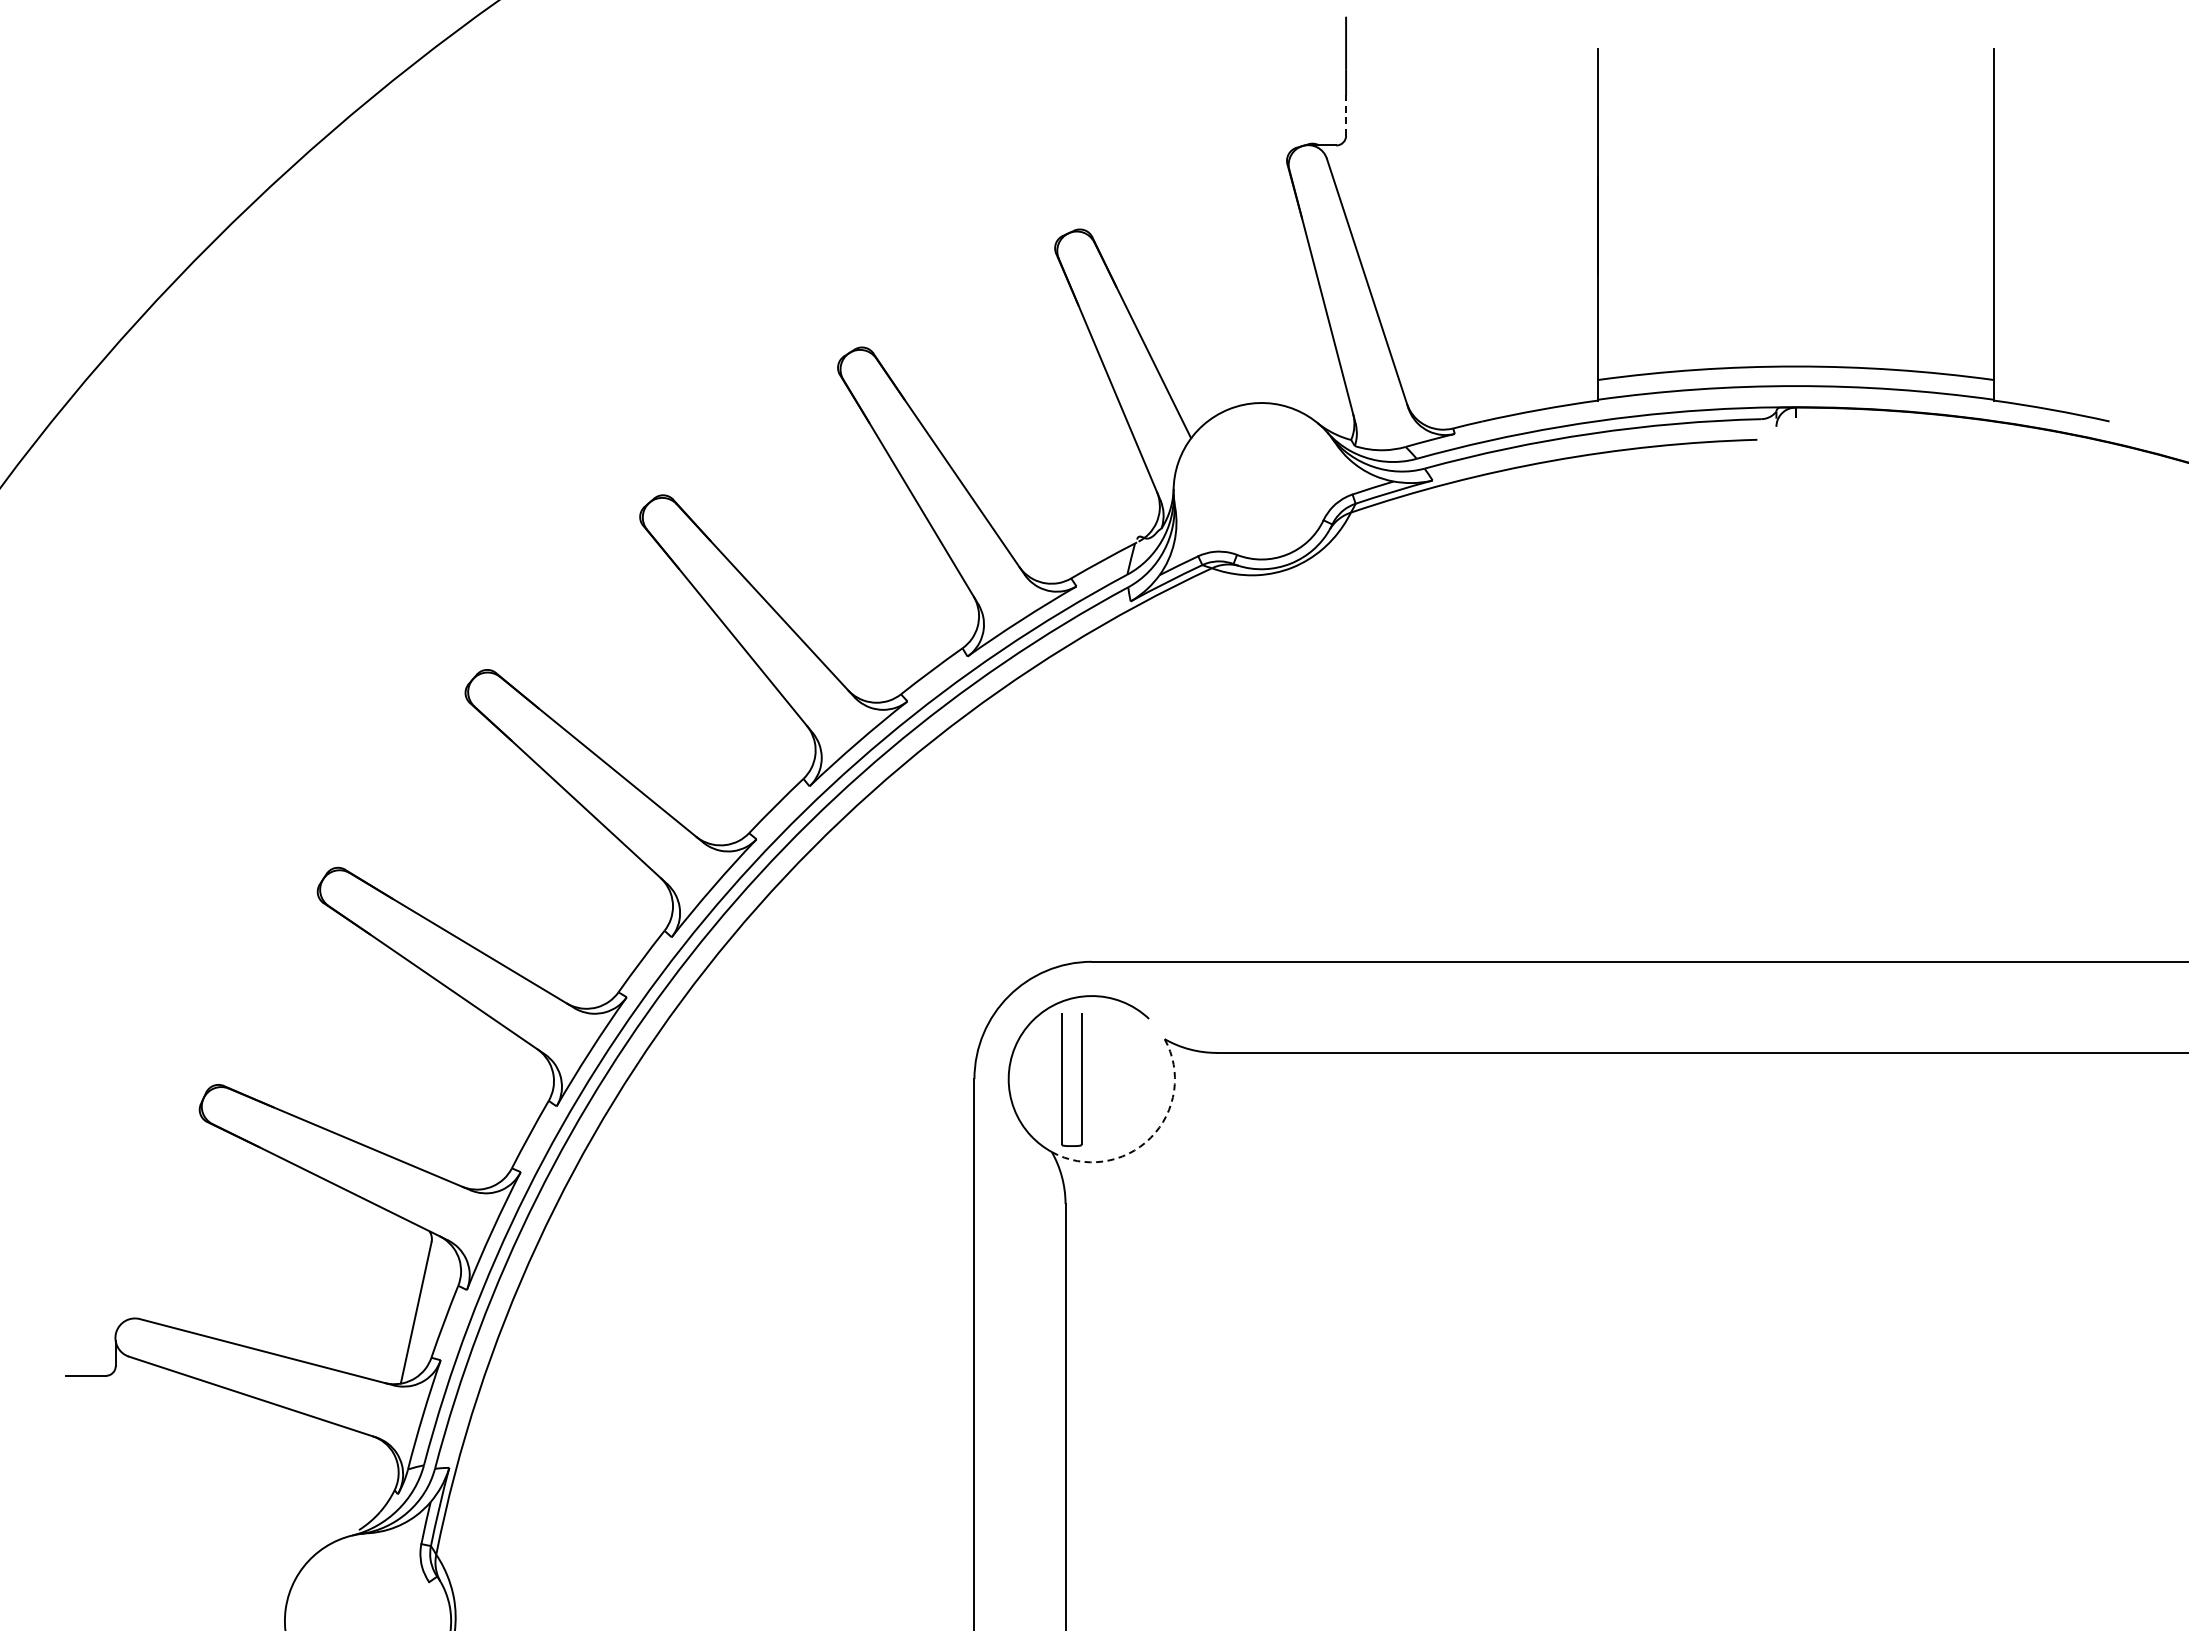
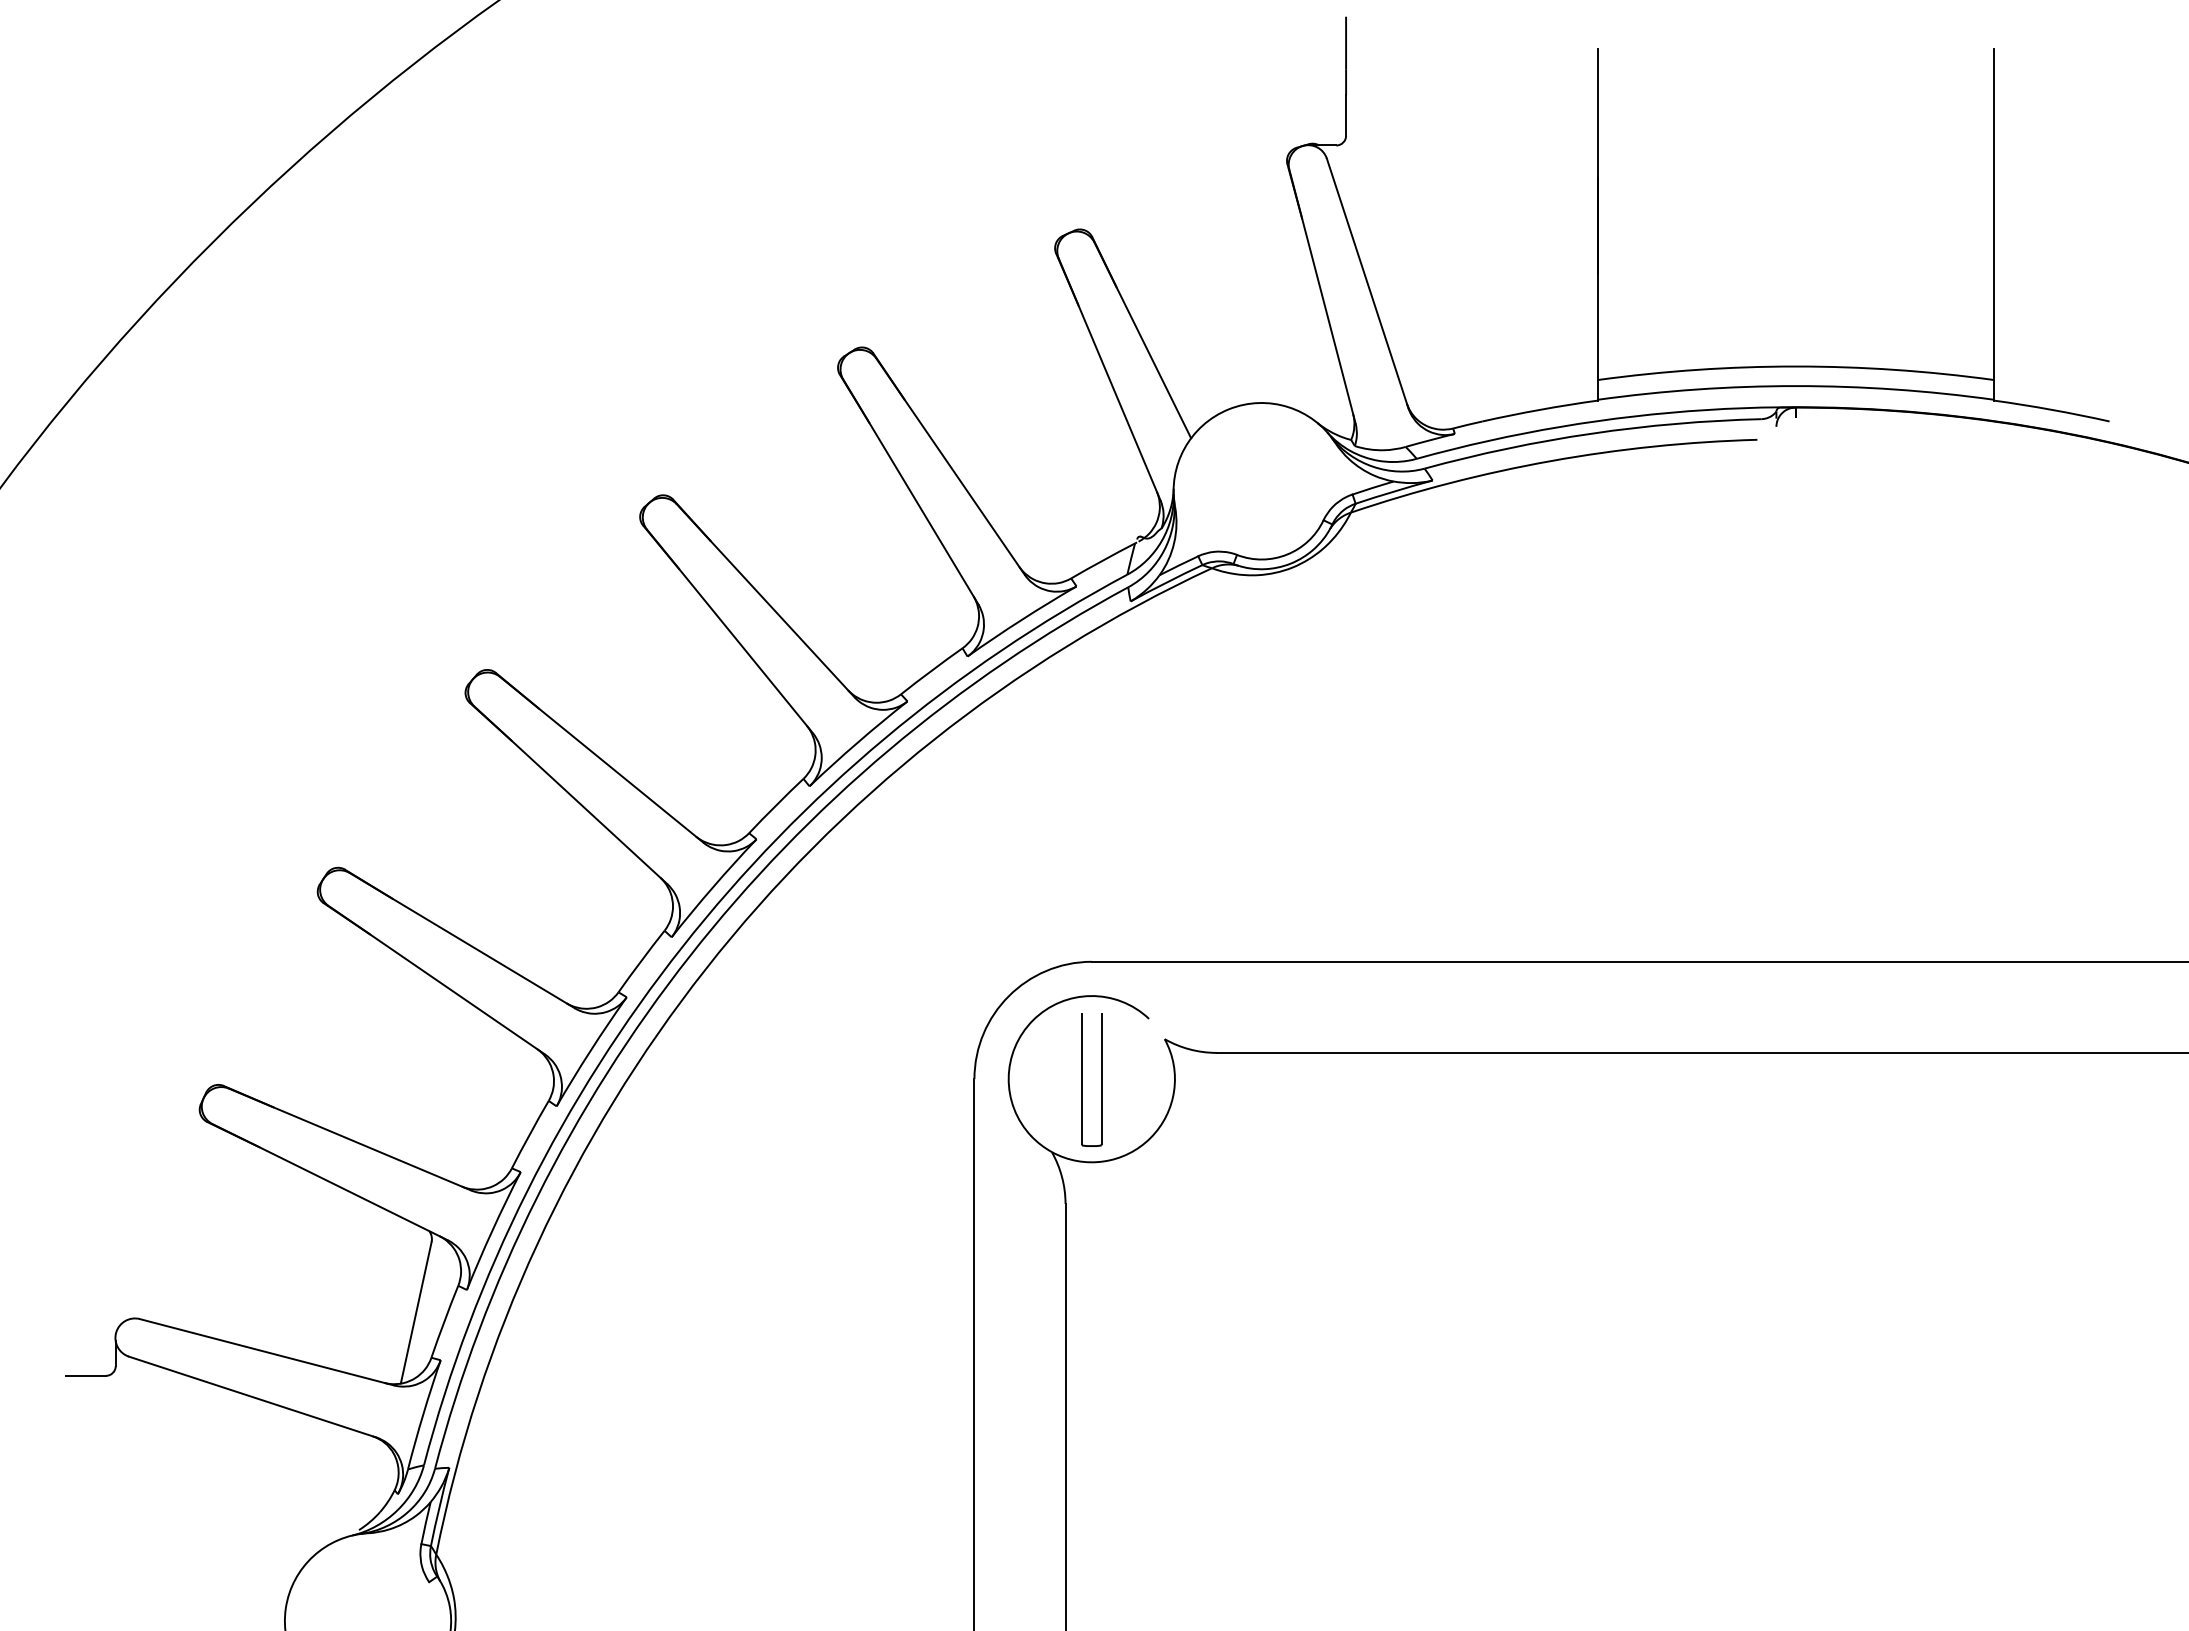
line at (1346, 115): dashed -> solid
part at (1062, 1079) position: (1062, 1079) -> (1082, 1079)
arc at (1150, 1137): dashed -> solid
